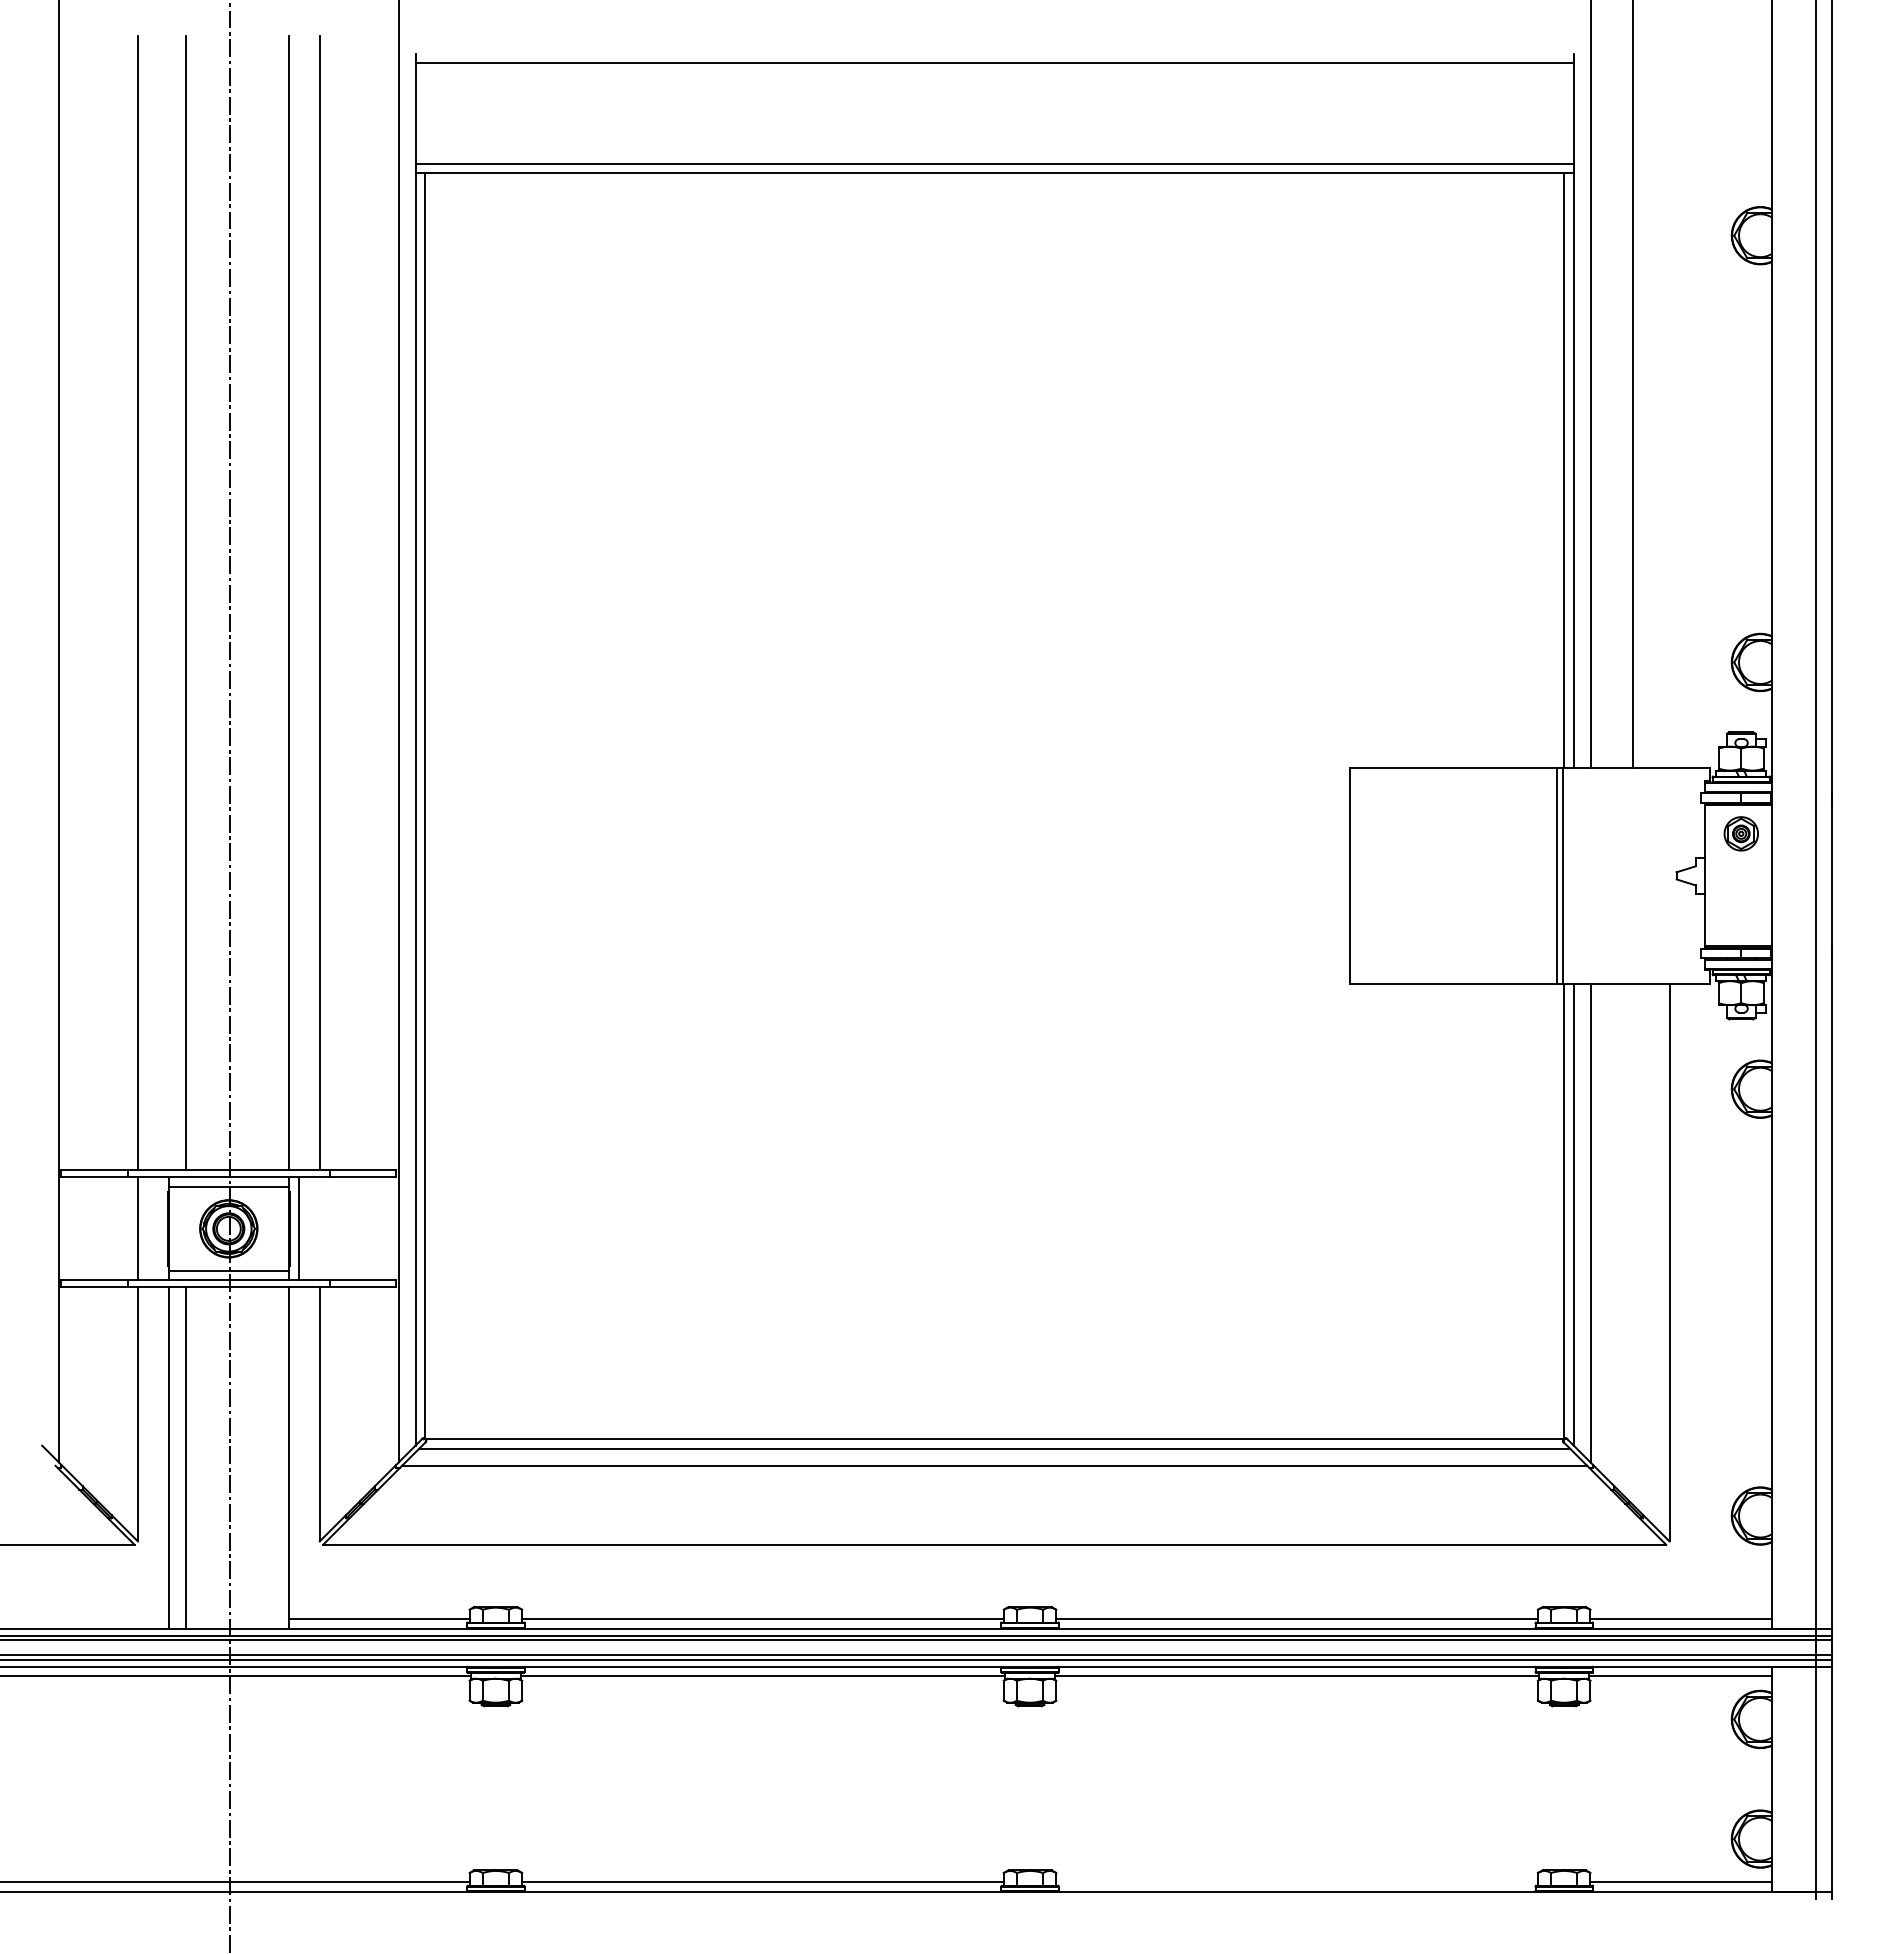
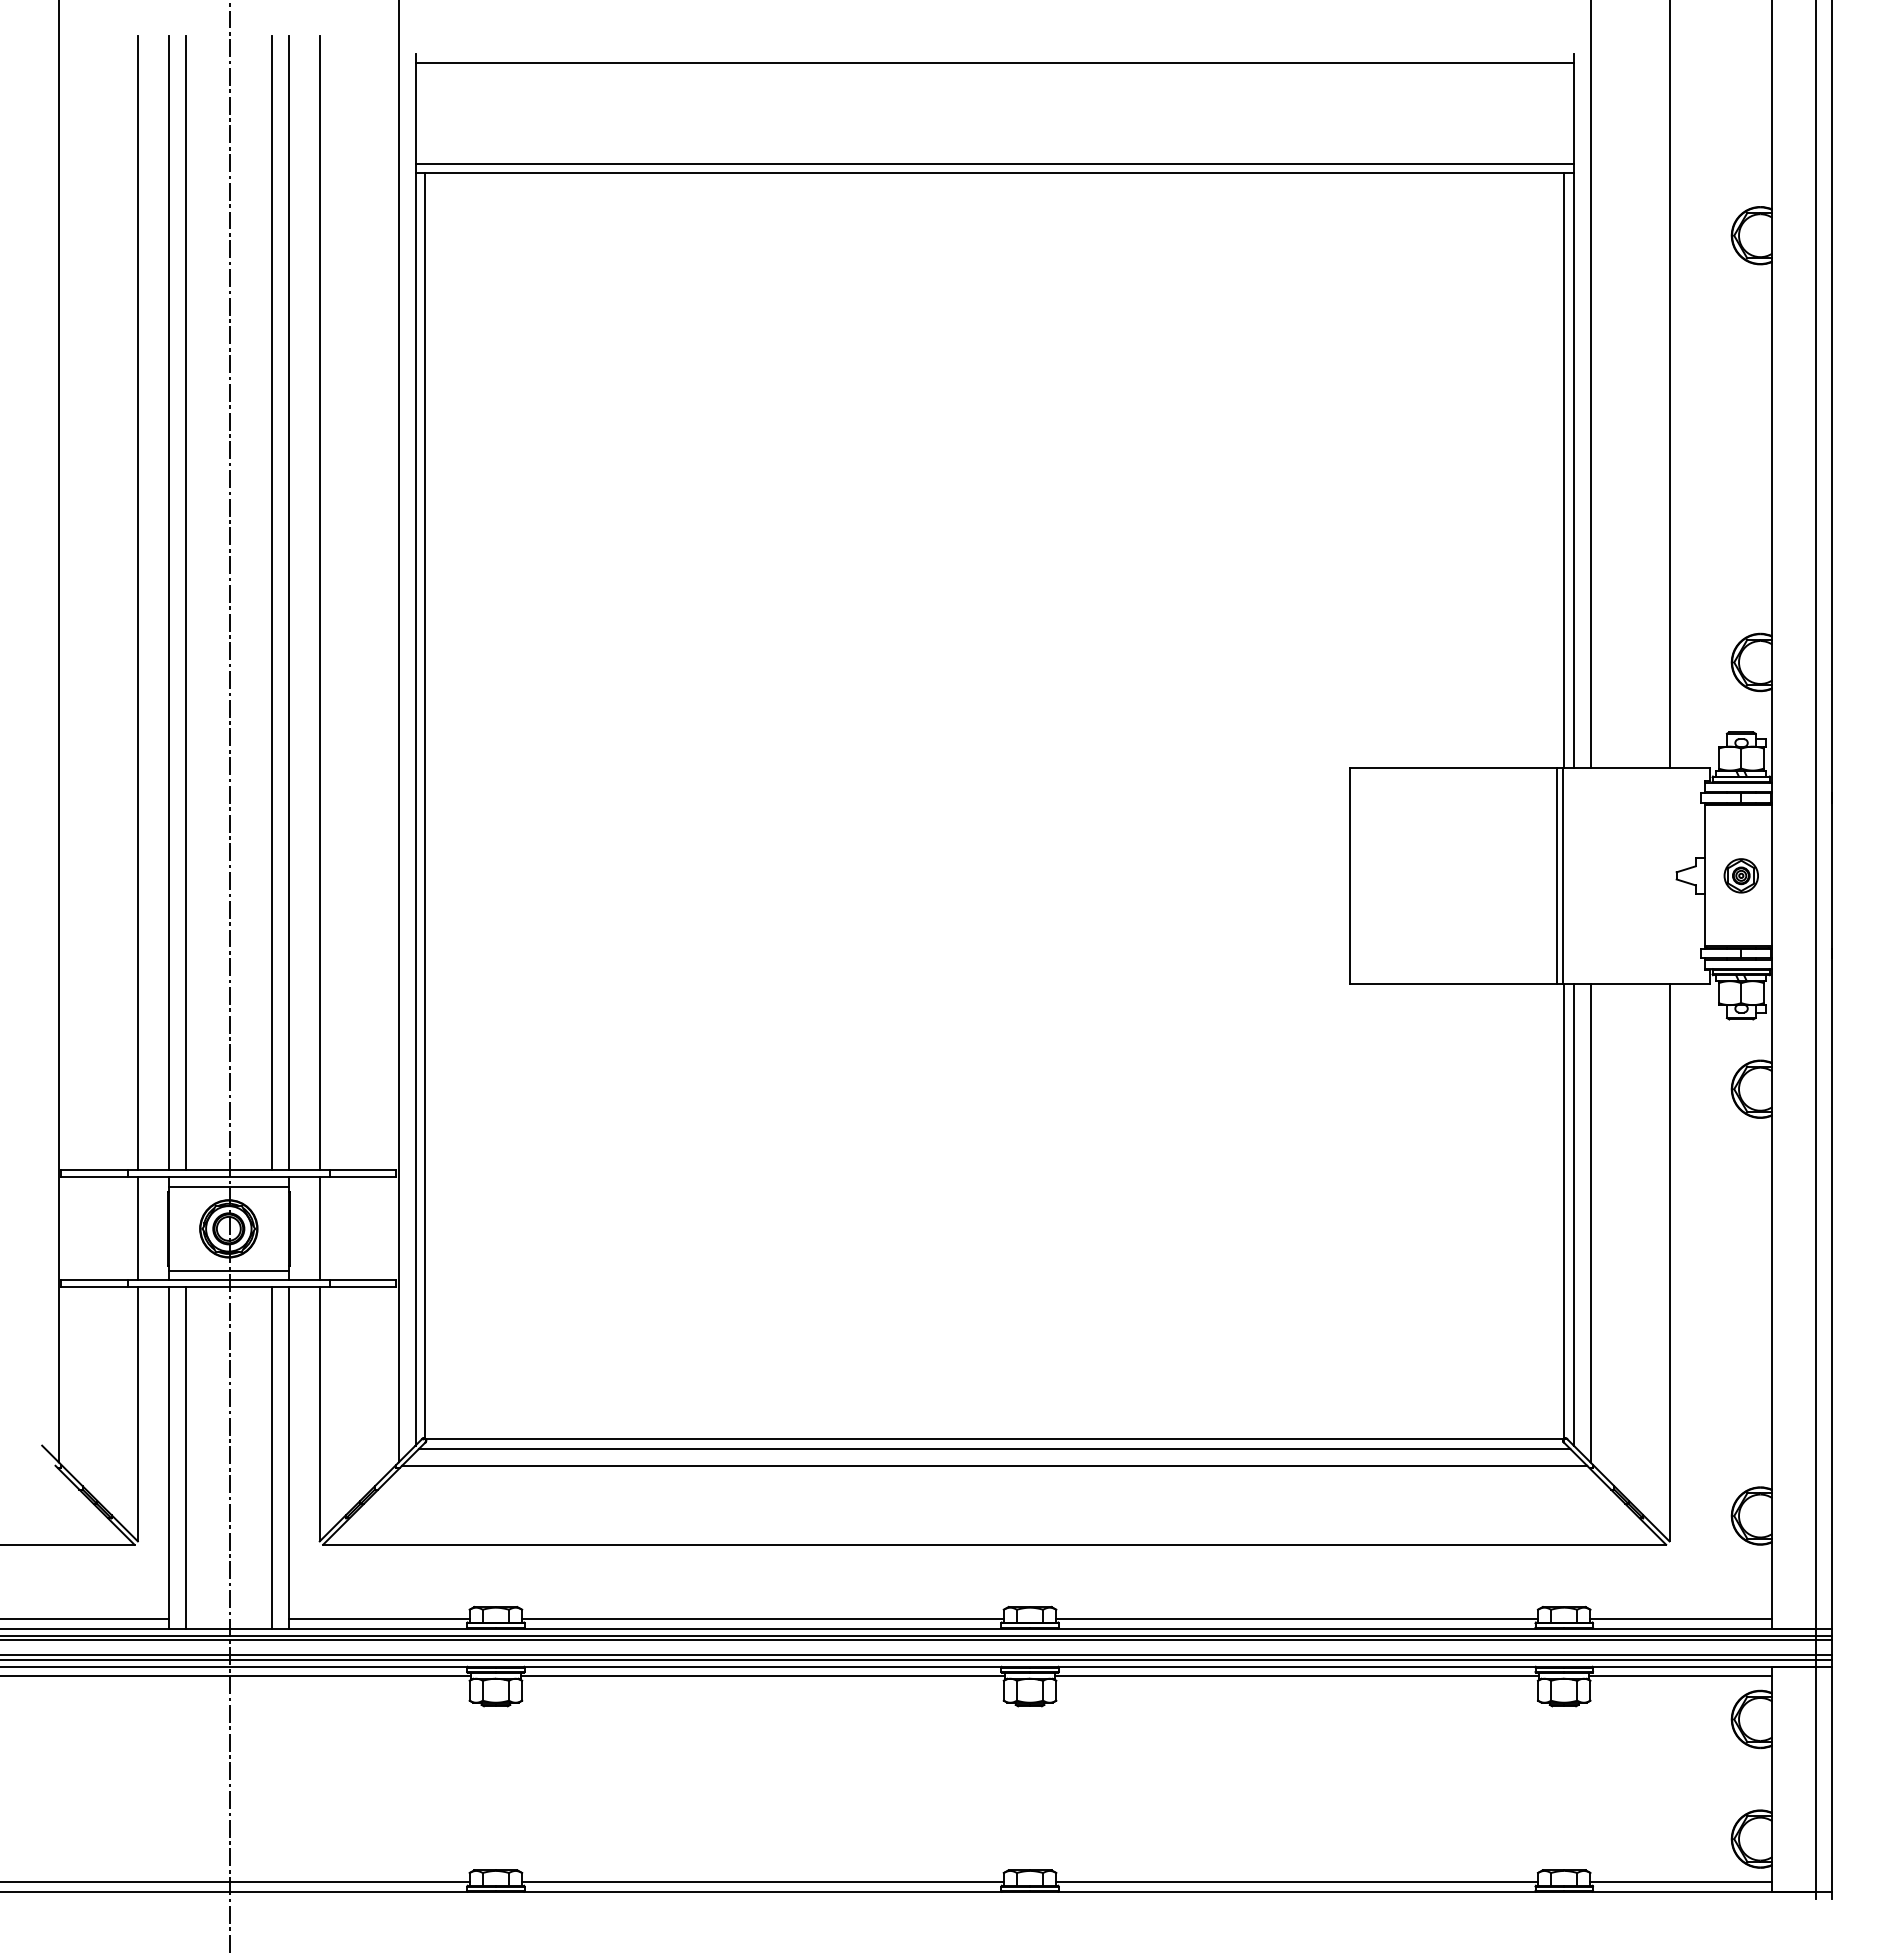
line at (1632, 385) position: (1632, 385) -> (1669, 385)
line at (169, 602): none -> present
line at (271, 602): none -> present
part at (1740, 833) position: (1740, 833) -> (1740, 875)
line at (298, 1228) position: (298, 1228) -> (319, 1228)
line at (271, 1457): none -> present
line at (85, 1618): none -> present
line at (1296, 1882): none -> present
